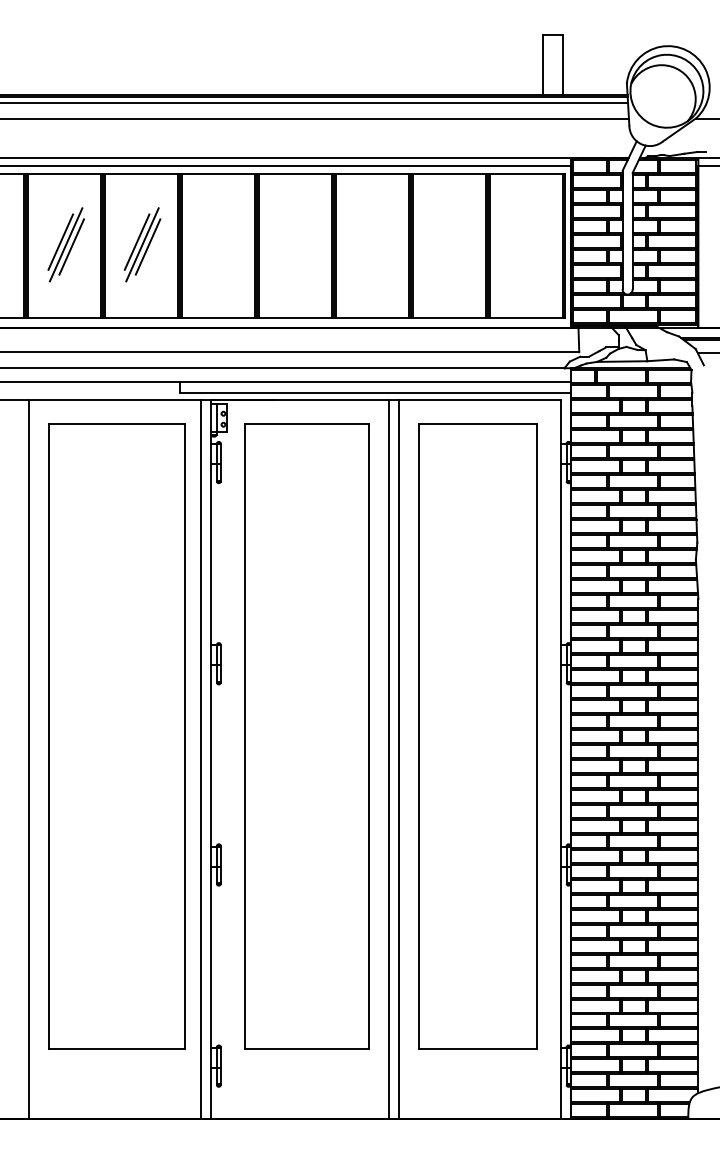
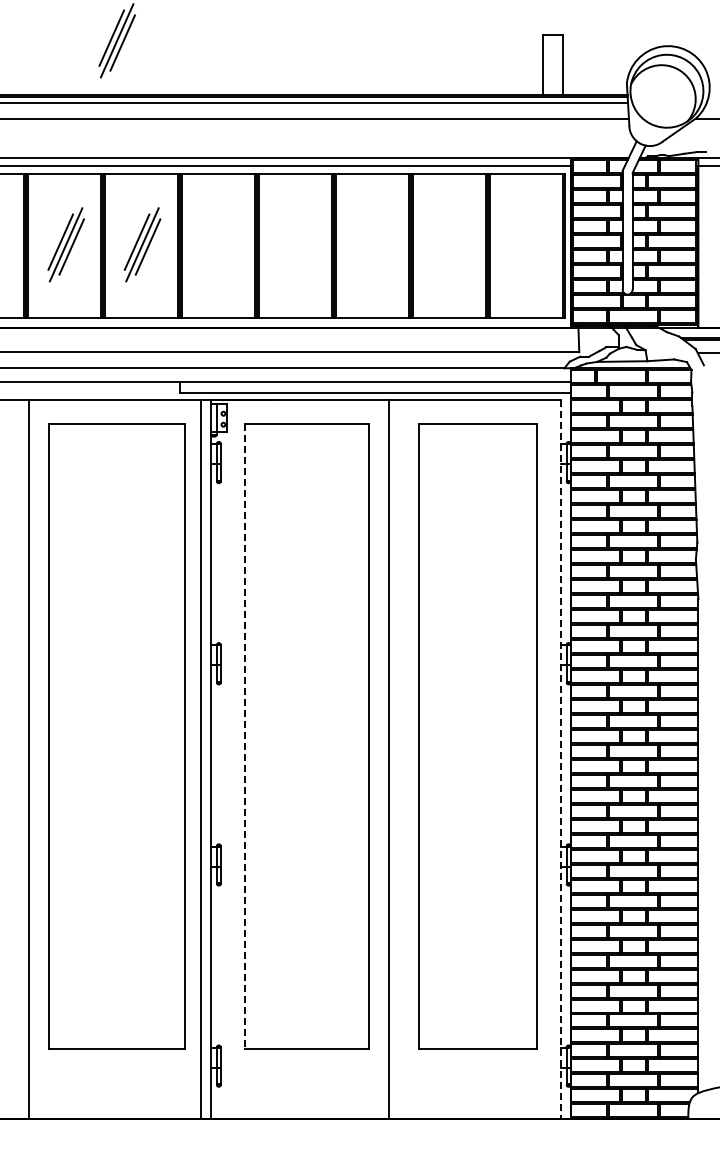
part at (116, 40): none -> present
line at (244, 736): solid -> dashed
line at (398, 759): present -> none
line at (560, 759): solid -> dashed
